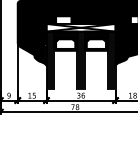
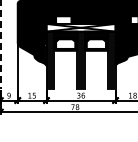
line at (0, 45): solid -> dashed
